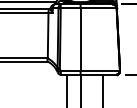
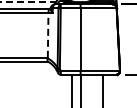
line at (28, 2): solid -> dashed
line at (48, 34): solid -> dashed
line at (67, 89) position: (67, 89) -> (72, 89)
